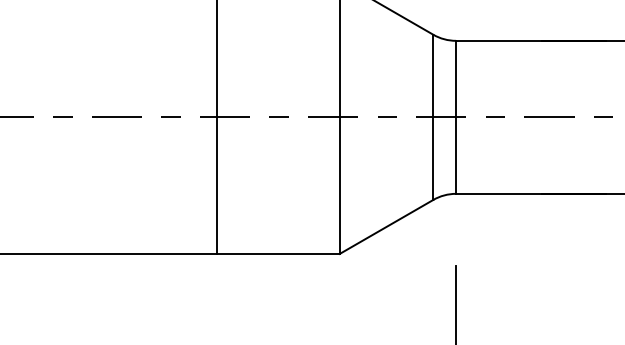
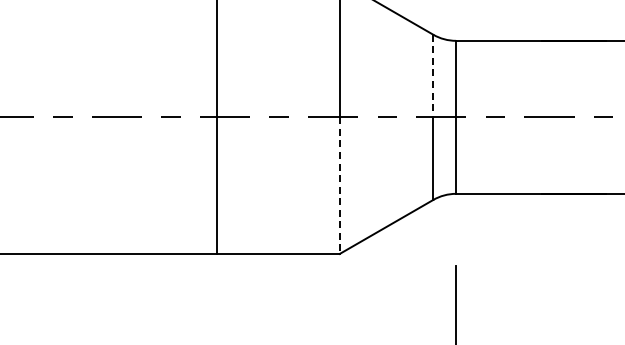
line at (433, 76): solid -> dashed
line at (339, 186): solid -> dashed
